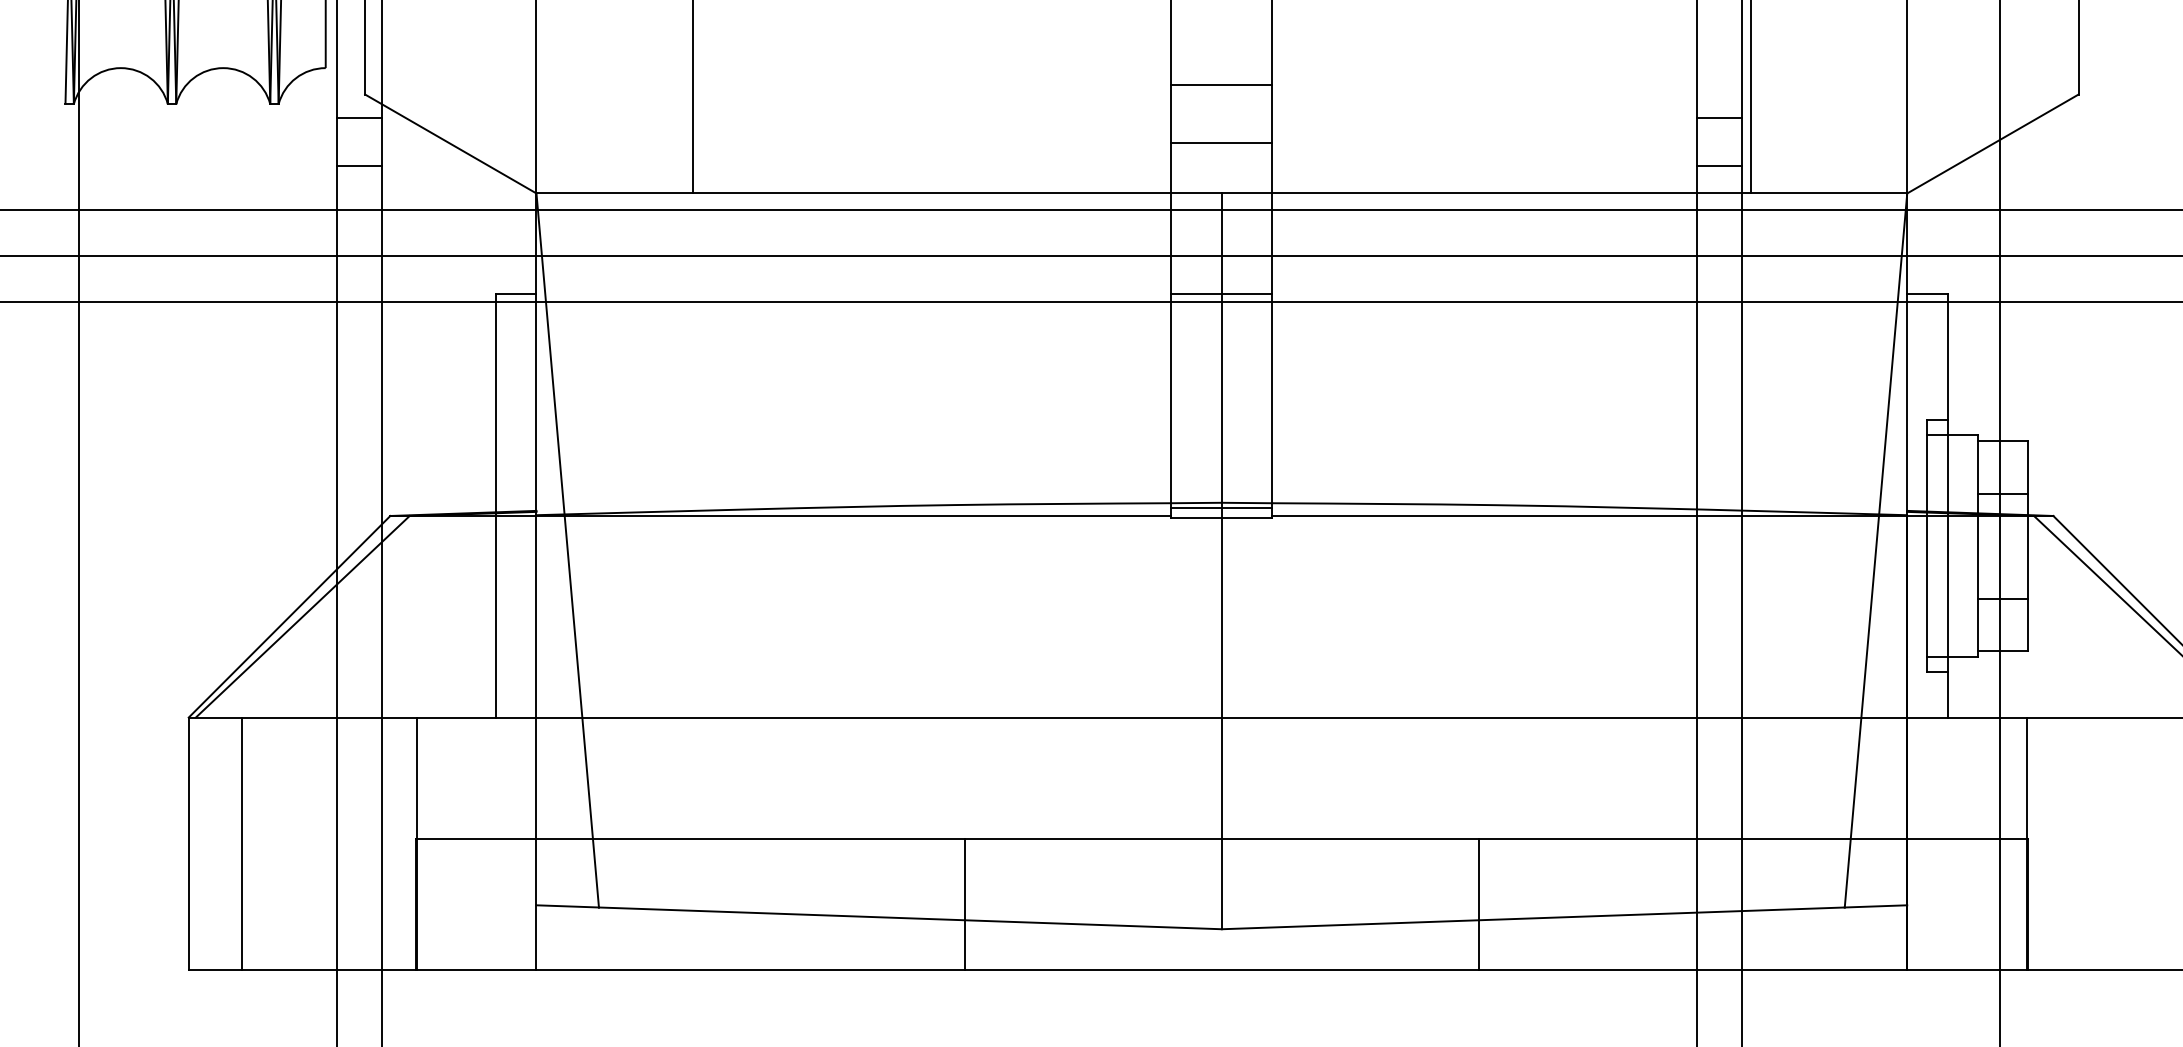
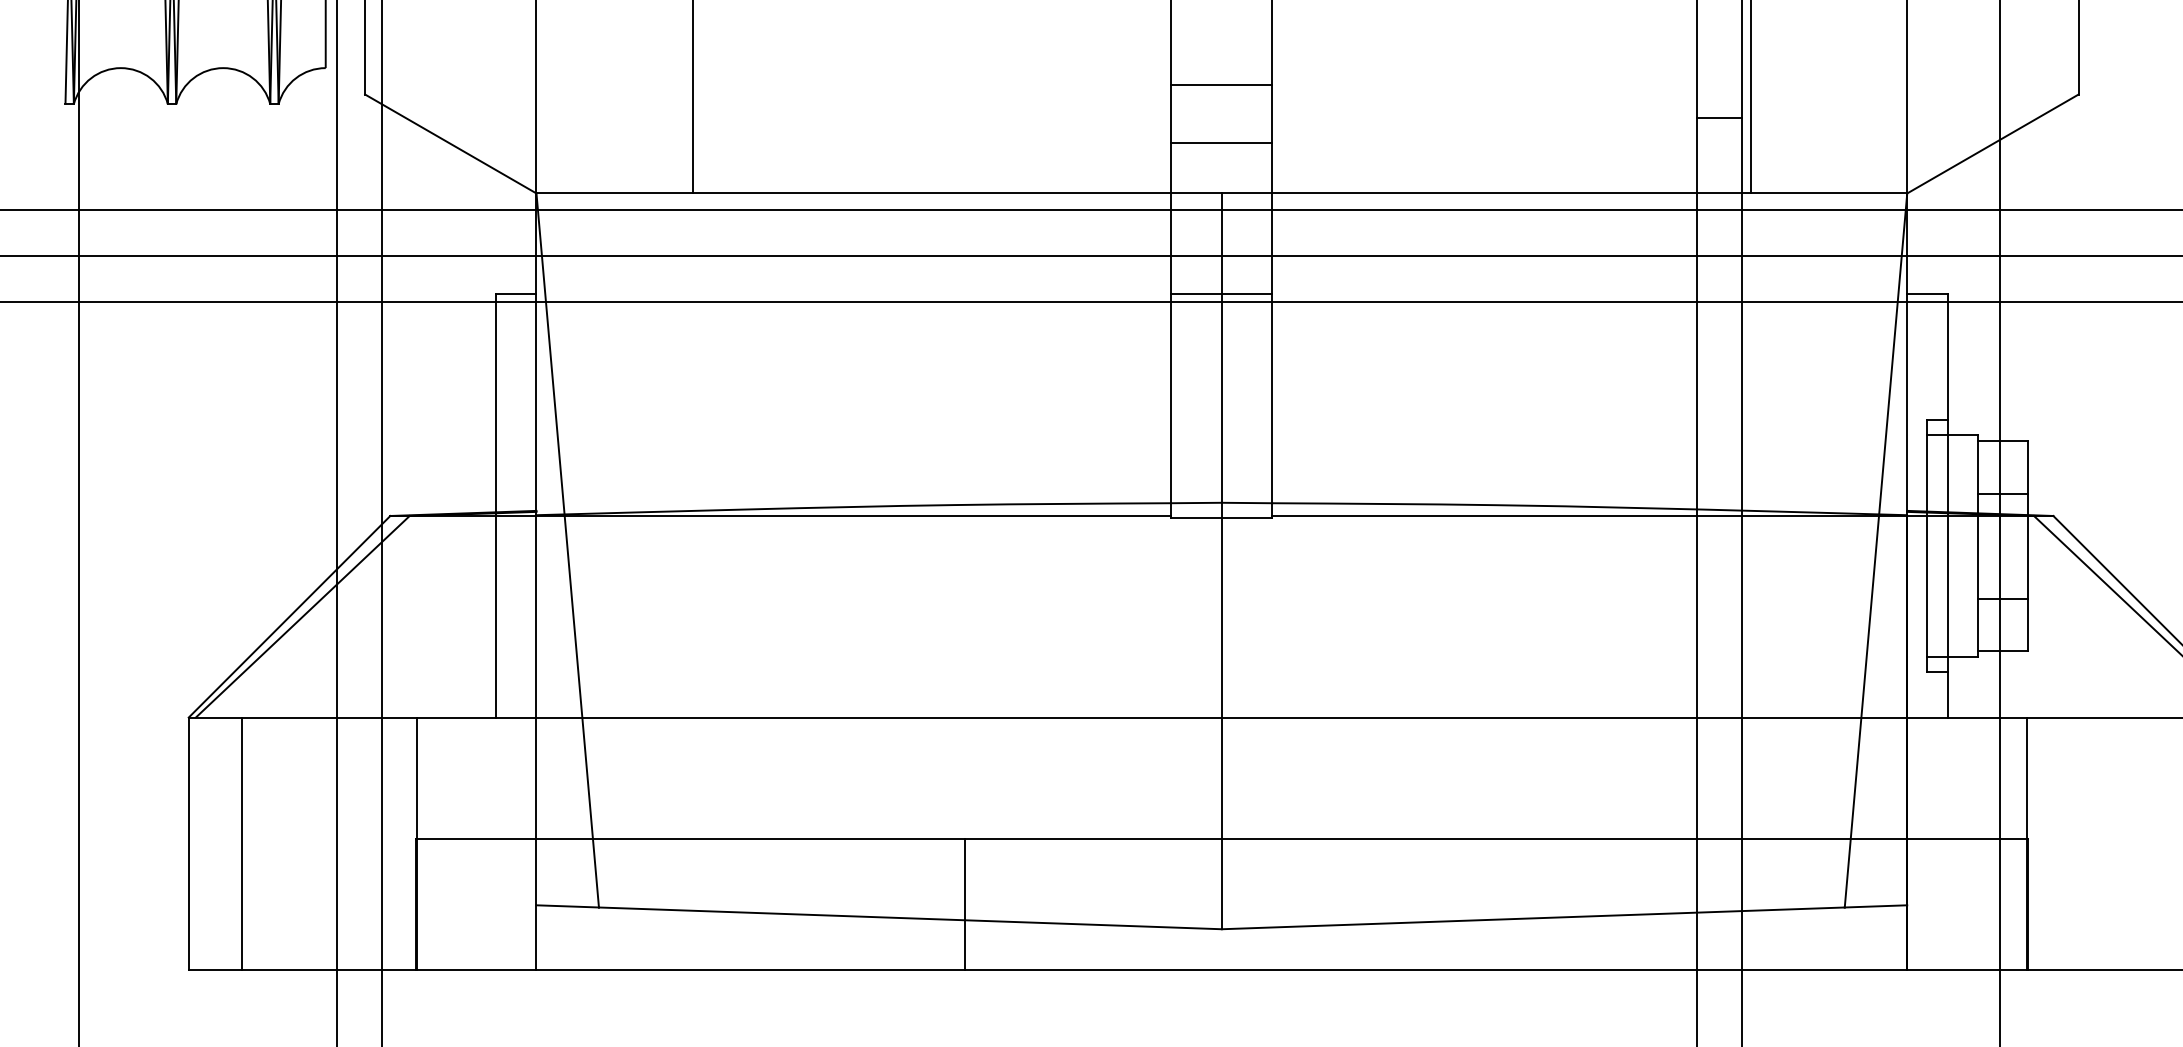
line at (358, 118): present -> none
line at (358, 166): present -> none
line at (1719, 166): present -> none
line at (1221, 508): present -> none
line at (1478, 903): present -> none
